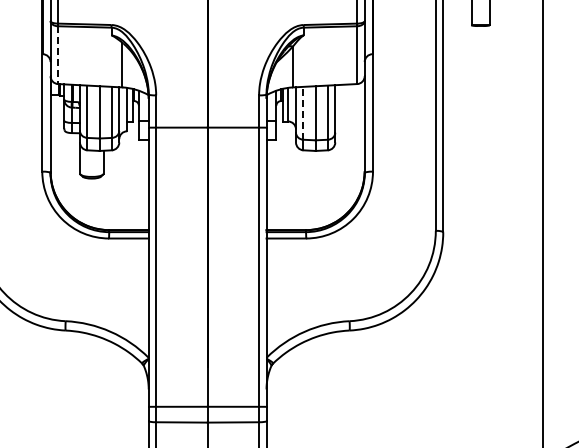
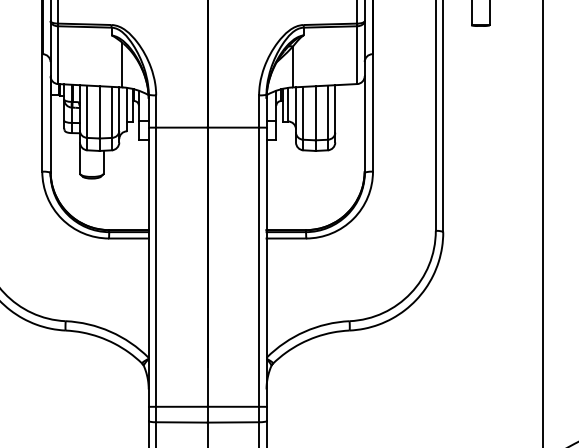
line at (58, 55): dashed -> solid
line at (303, 112): dashed -> solid
